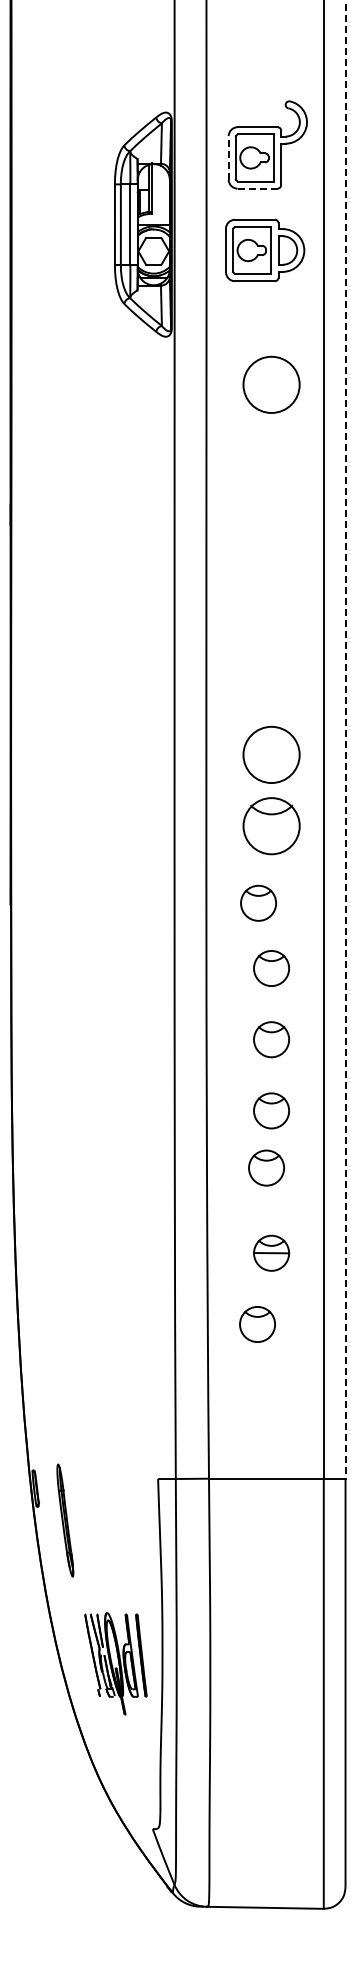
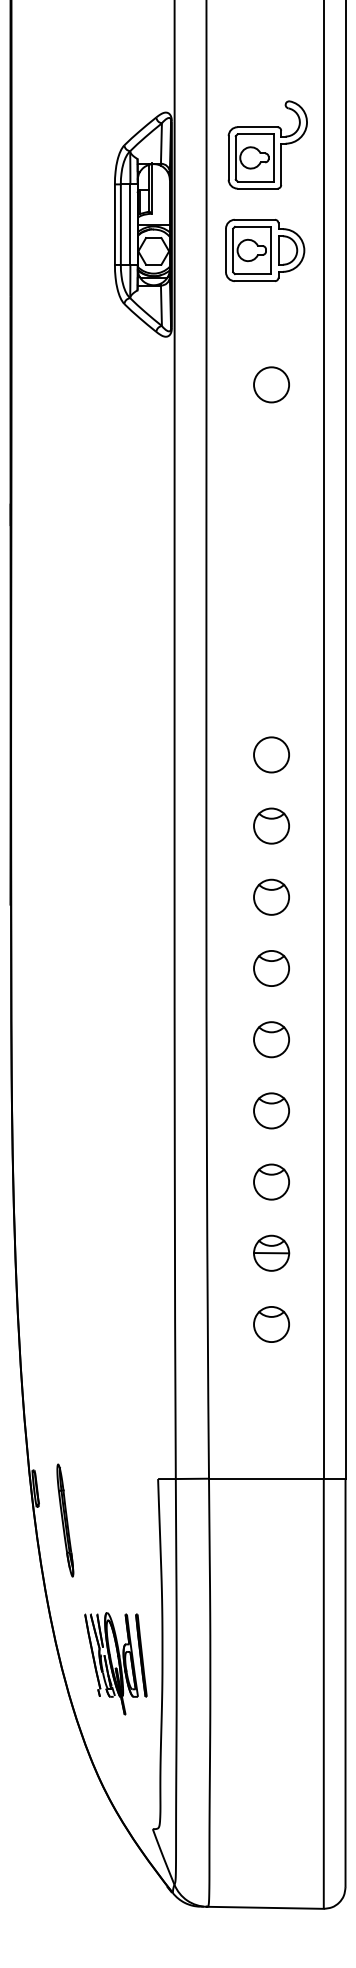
line at (228, 157): dashed -> solid
line at (257, 188): dashed -> solid
circle at (271, 384) diameter: 56 px -> 35 px
line at (345, 740): dashed -> solid
circle at (271, 754) diameter: 56 px -> 35 px
part at (271, 826) size: 59x59 px -> 37x38 px
part at (258, 902) position: (258, 902) -> (271, 896)
part at (266, 1167) position: (266, 1167) -> (271, 1181)
part at (257, 1324) position: (257, 1324) -> (271, 1324)
